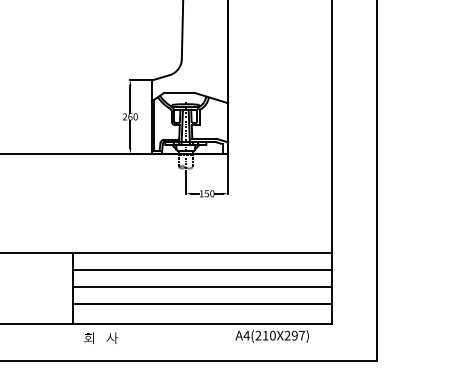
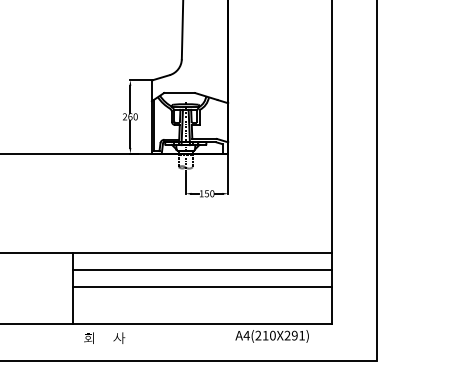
line at (201, 303): present -> none
text at (301, 335): A4(210X297) -> A4(210X291)
part at (112, 337) position: (112, 337) -> (119, 337)
